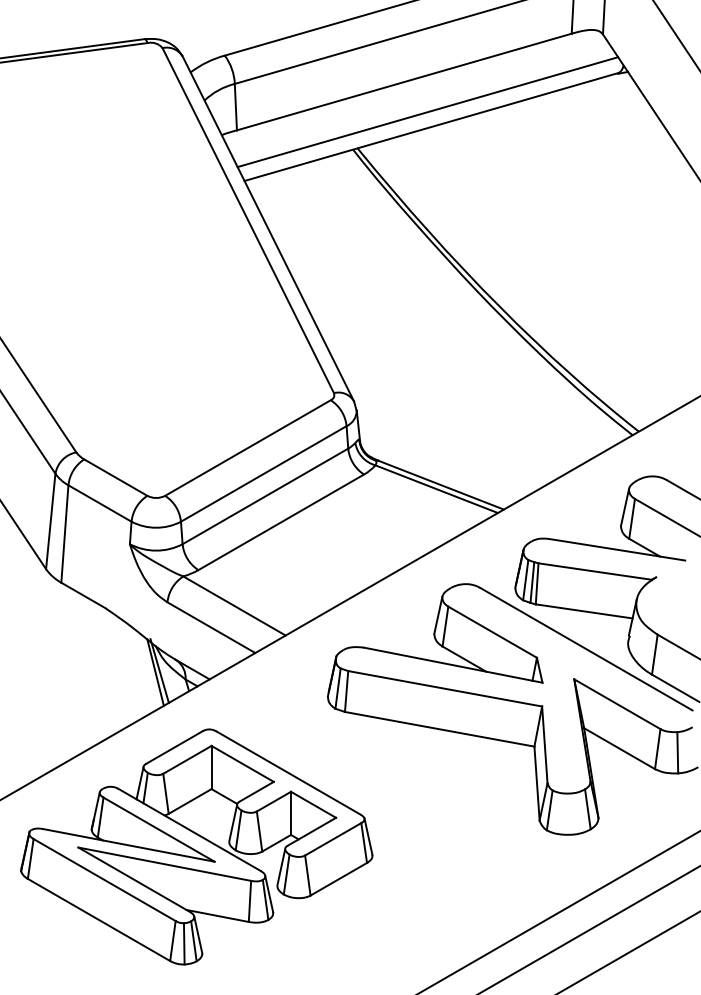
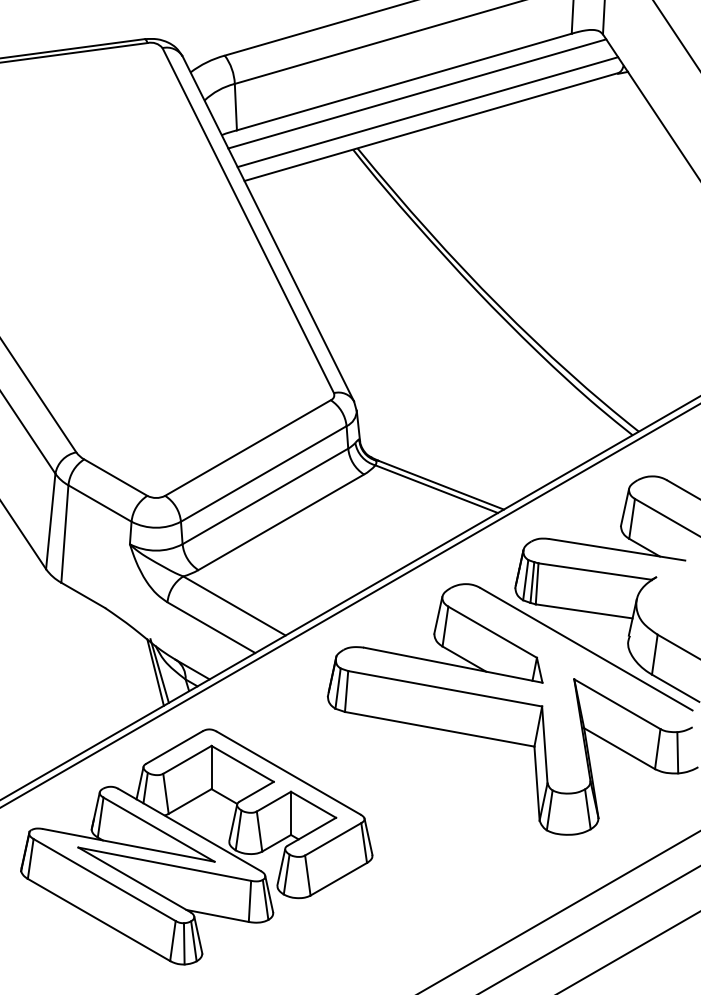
line at (417, 93): none -> present
line at (349, 605): none -> present
